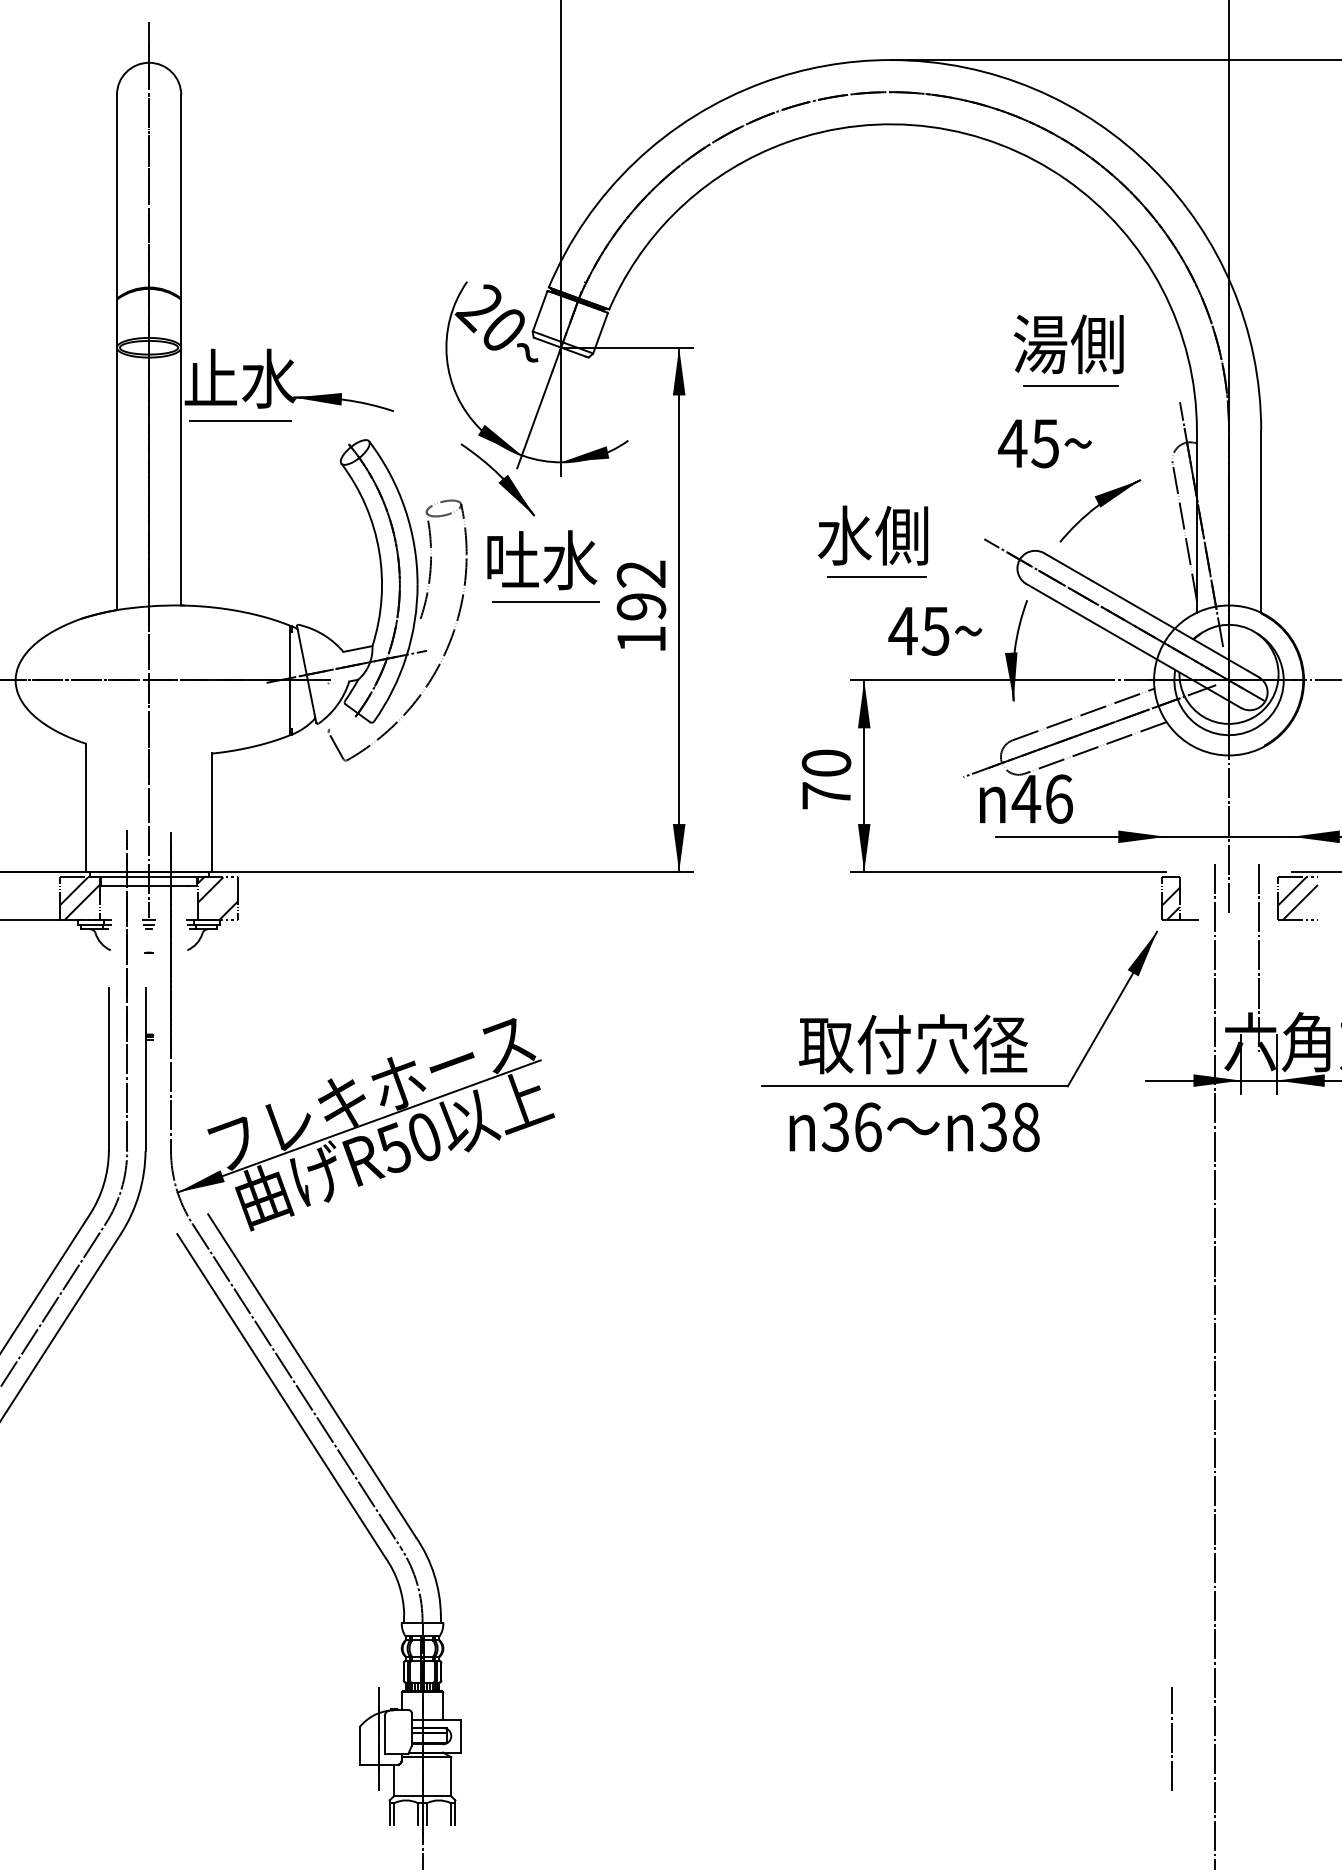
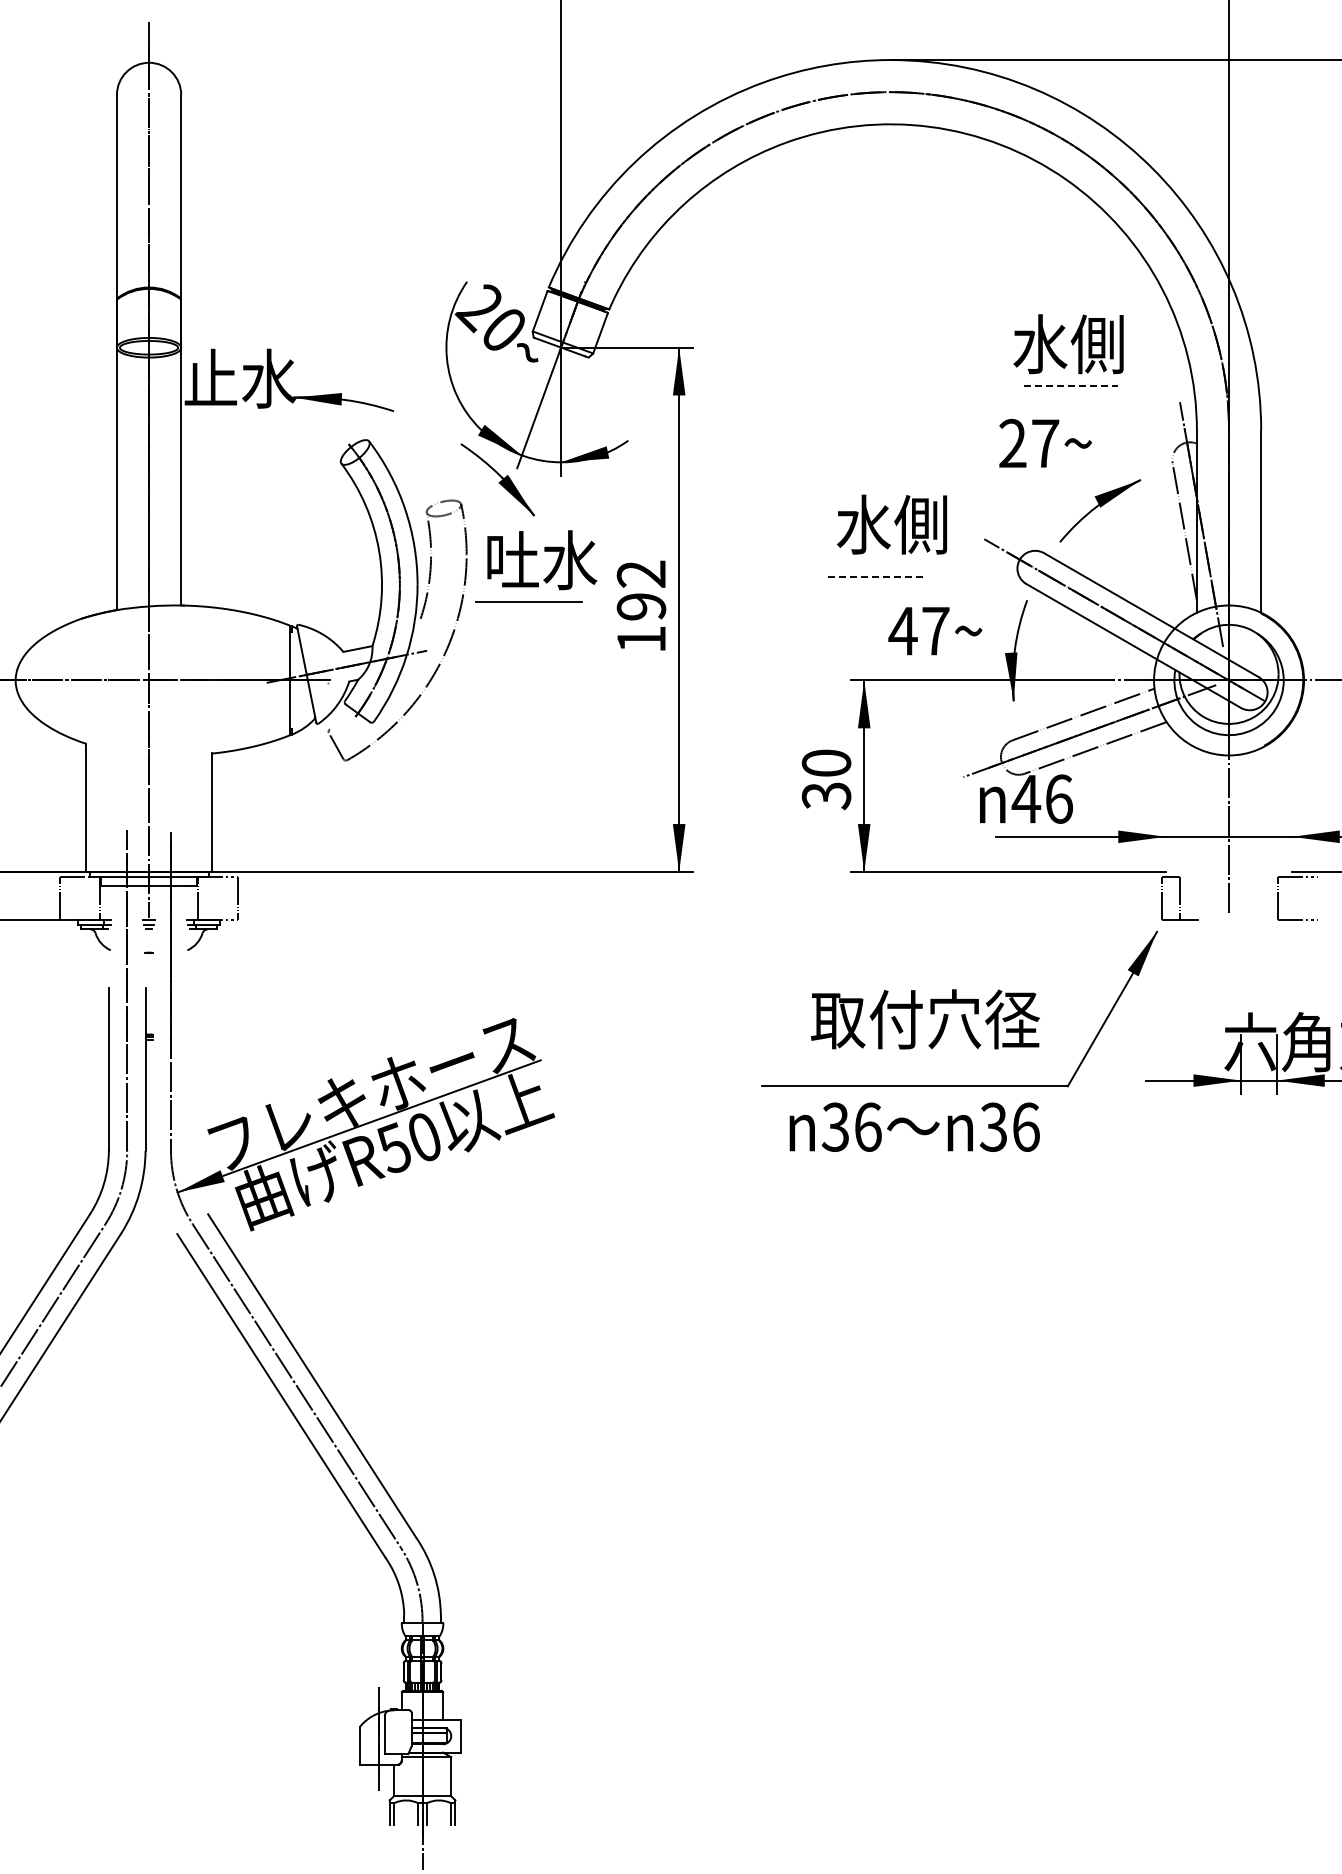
text at (1040, 344): 湯側 -> 水側
line at (1071, 386): solid -> dashed
line at (240, 420): present -> none
text at (1028, 443): 45 -> 27
text at (872, 535) position: (872, 535) -> (891, 524)
line at (876, 577): solid -> dashed
line at (545, 601) position: (545, 601) -> (528, 601)
text at (935, 631): 45 -> 47
text at (826, 796): 70 -> 30
hatch at (79, 898): present -> none
hatch at (217, 898): present -> none
hatch at (1297, 898): present -> none
hatch at (1170, 903): present -> none
line at (1259, 958): present -> none
text at (913, 1044) position: (913, 1044) -> (925, 1019)
text at (1025, 1126): 38 -> 36
line at (1215, 1366): present -> none
line at (1171, 1738): present -> none
